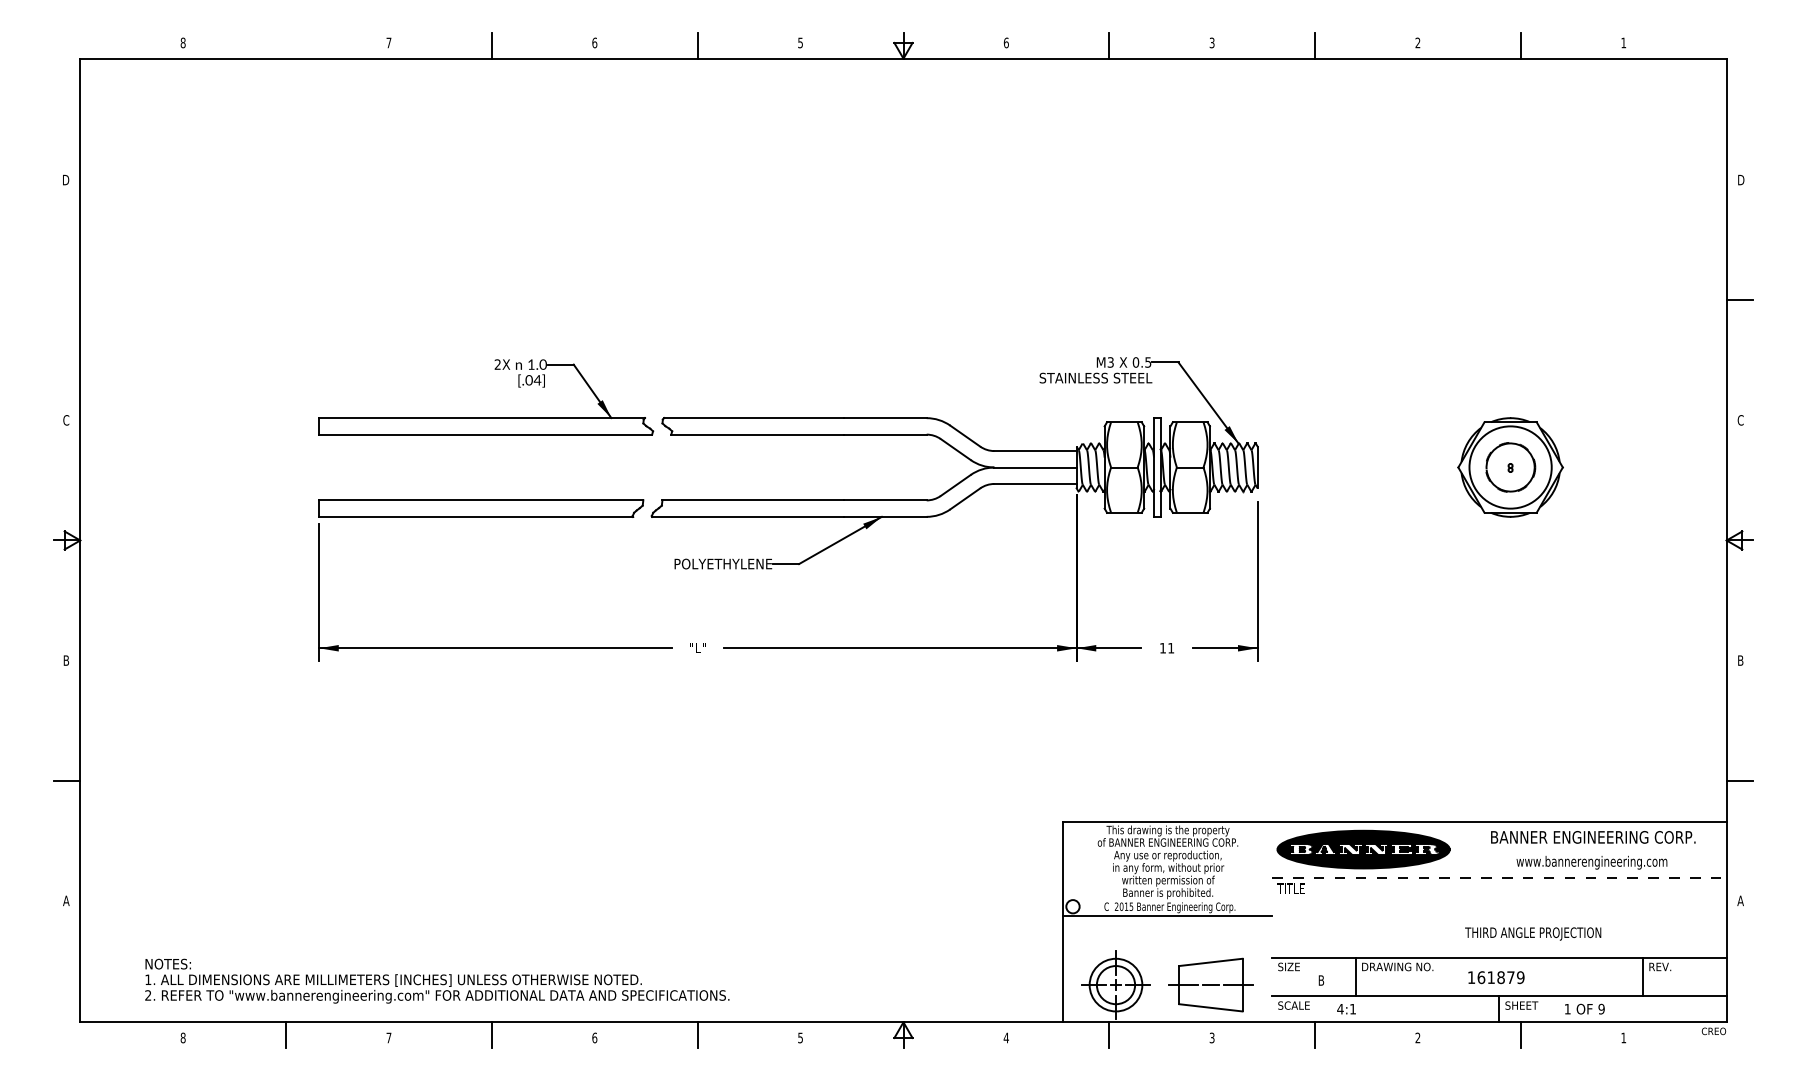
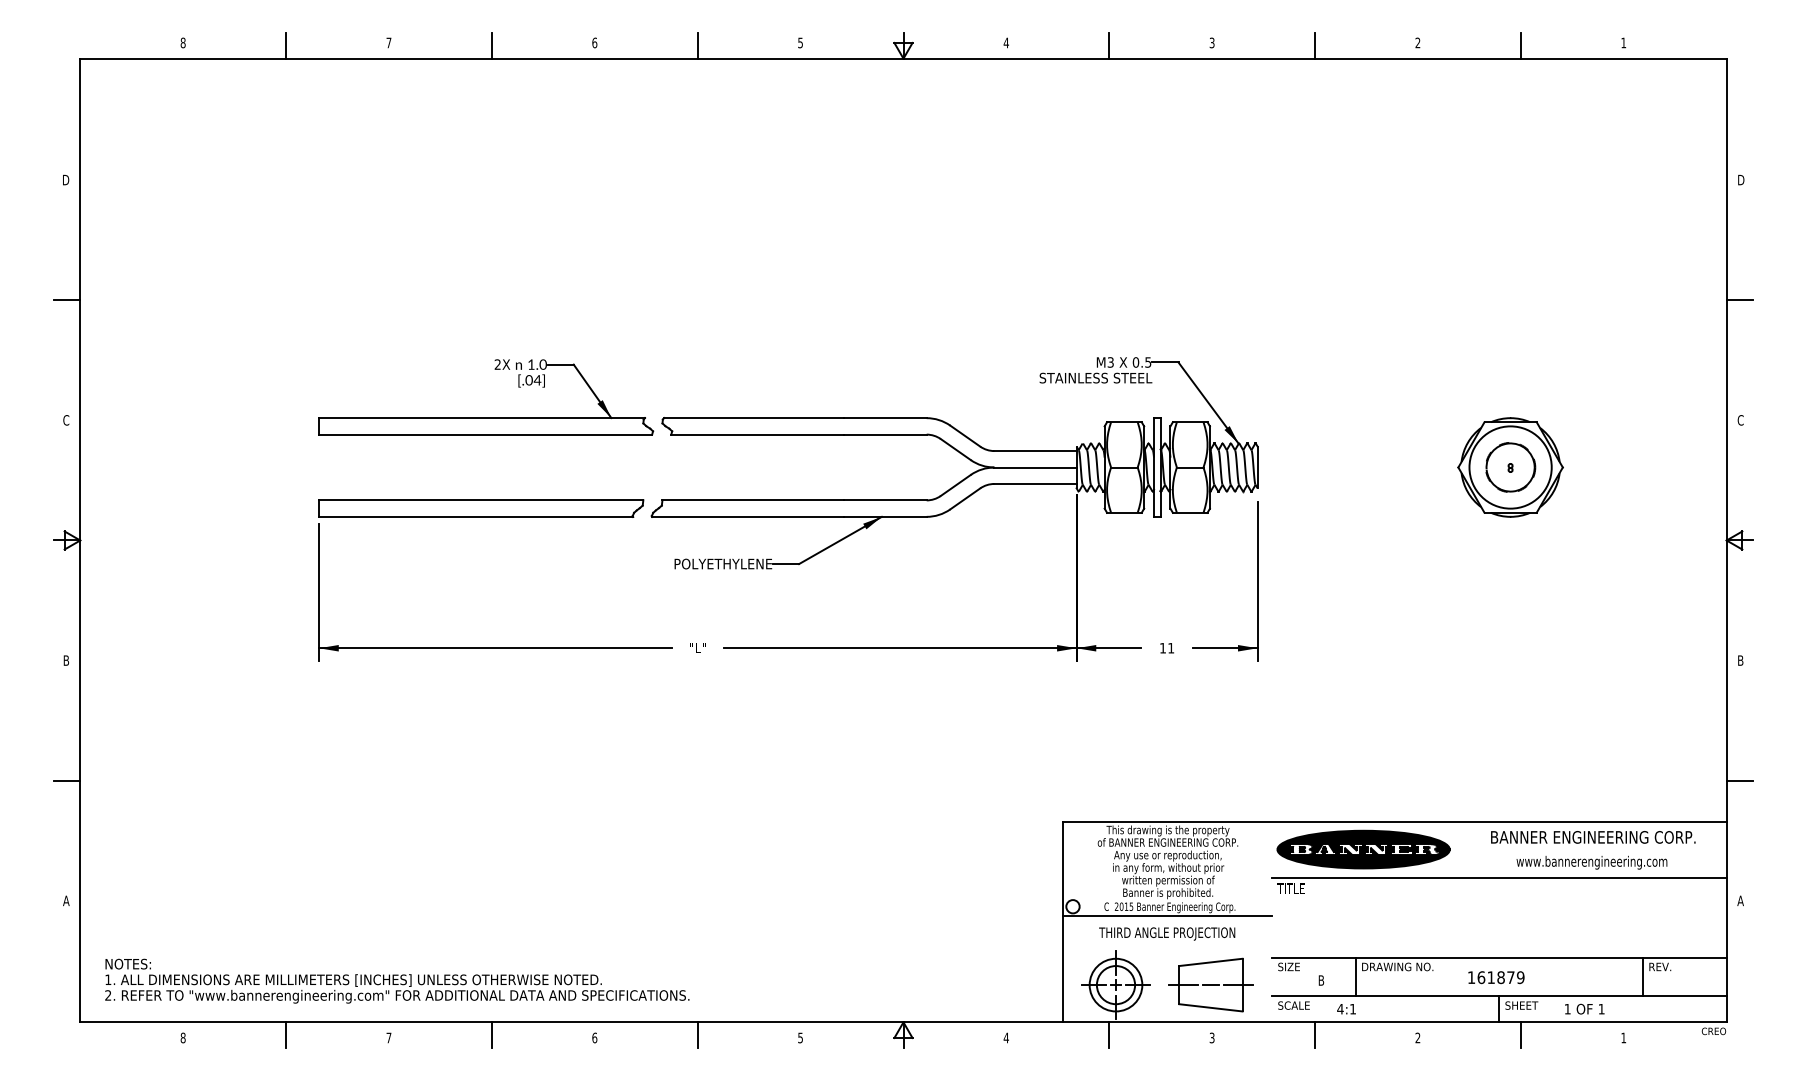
text at (1005, 42): 6 -> 4
line at (286, 45): none -> present
line at (67, 300): none -> present
line at (1499, 878): dashed -> solid
text at (1533, 933) position: (1533, 933) -> (1167, 933)
text at (437, 980) position: (437, 980) -> (397, 980)
text at (1601, 1008): 9 -> 1
